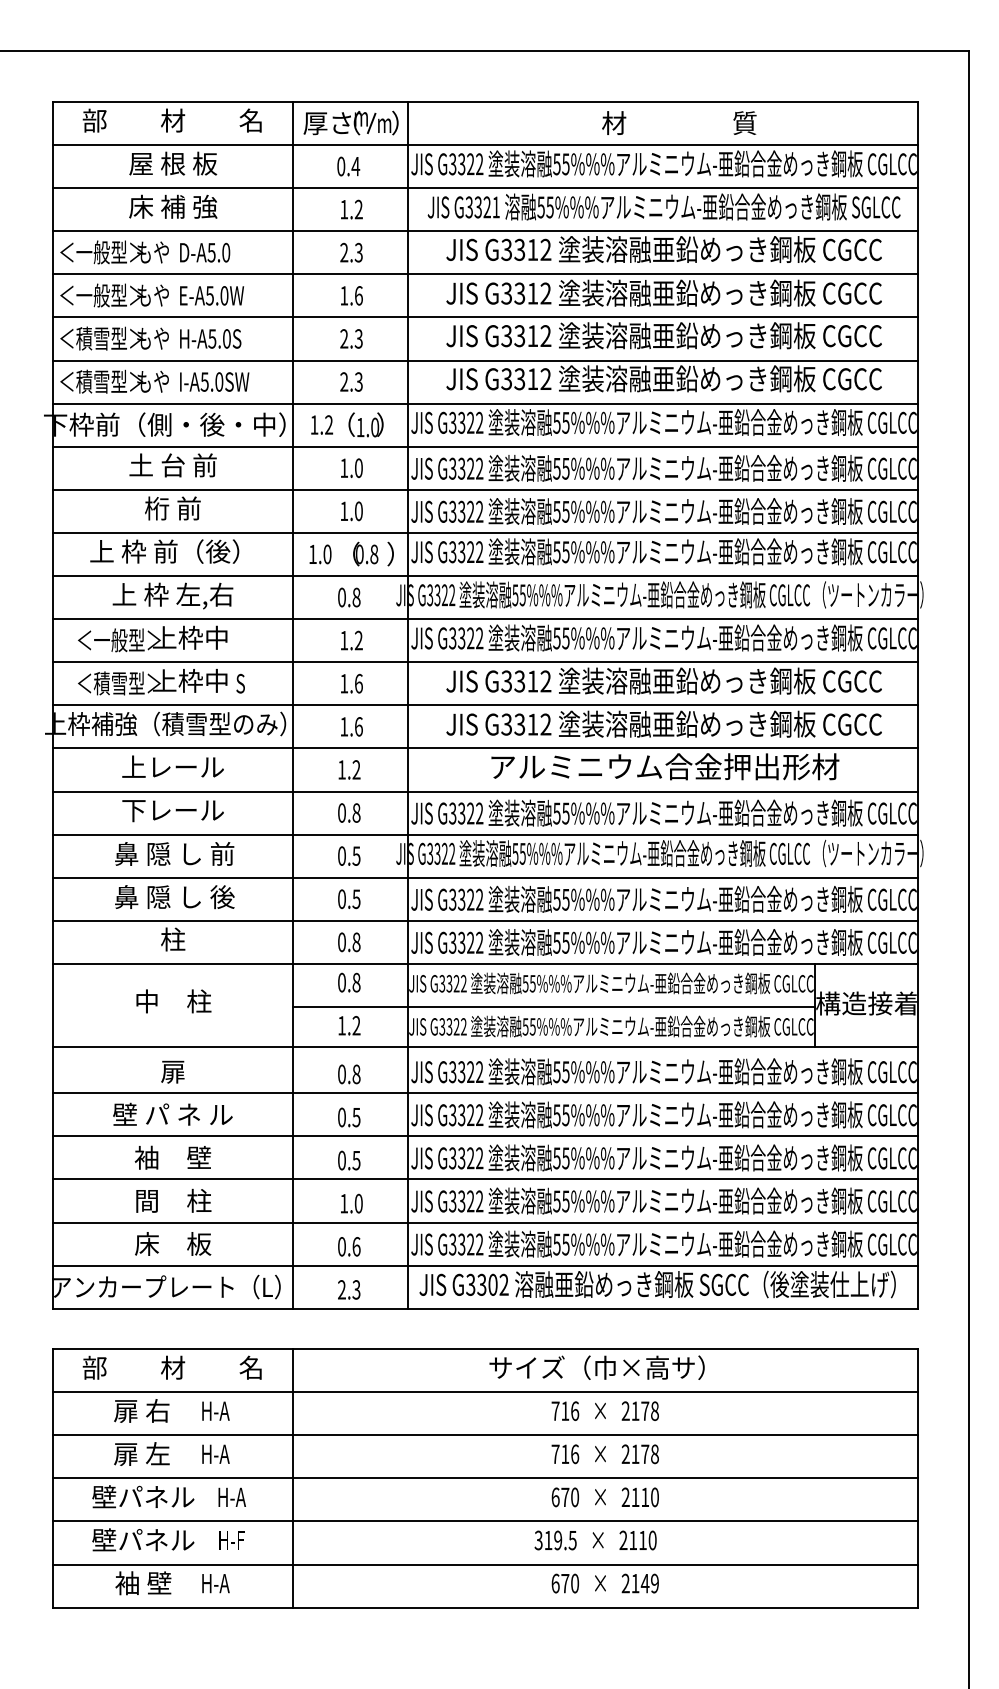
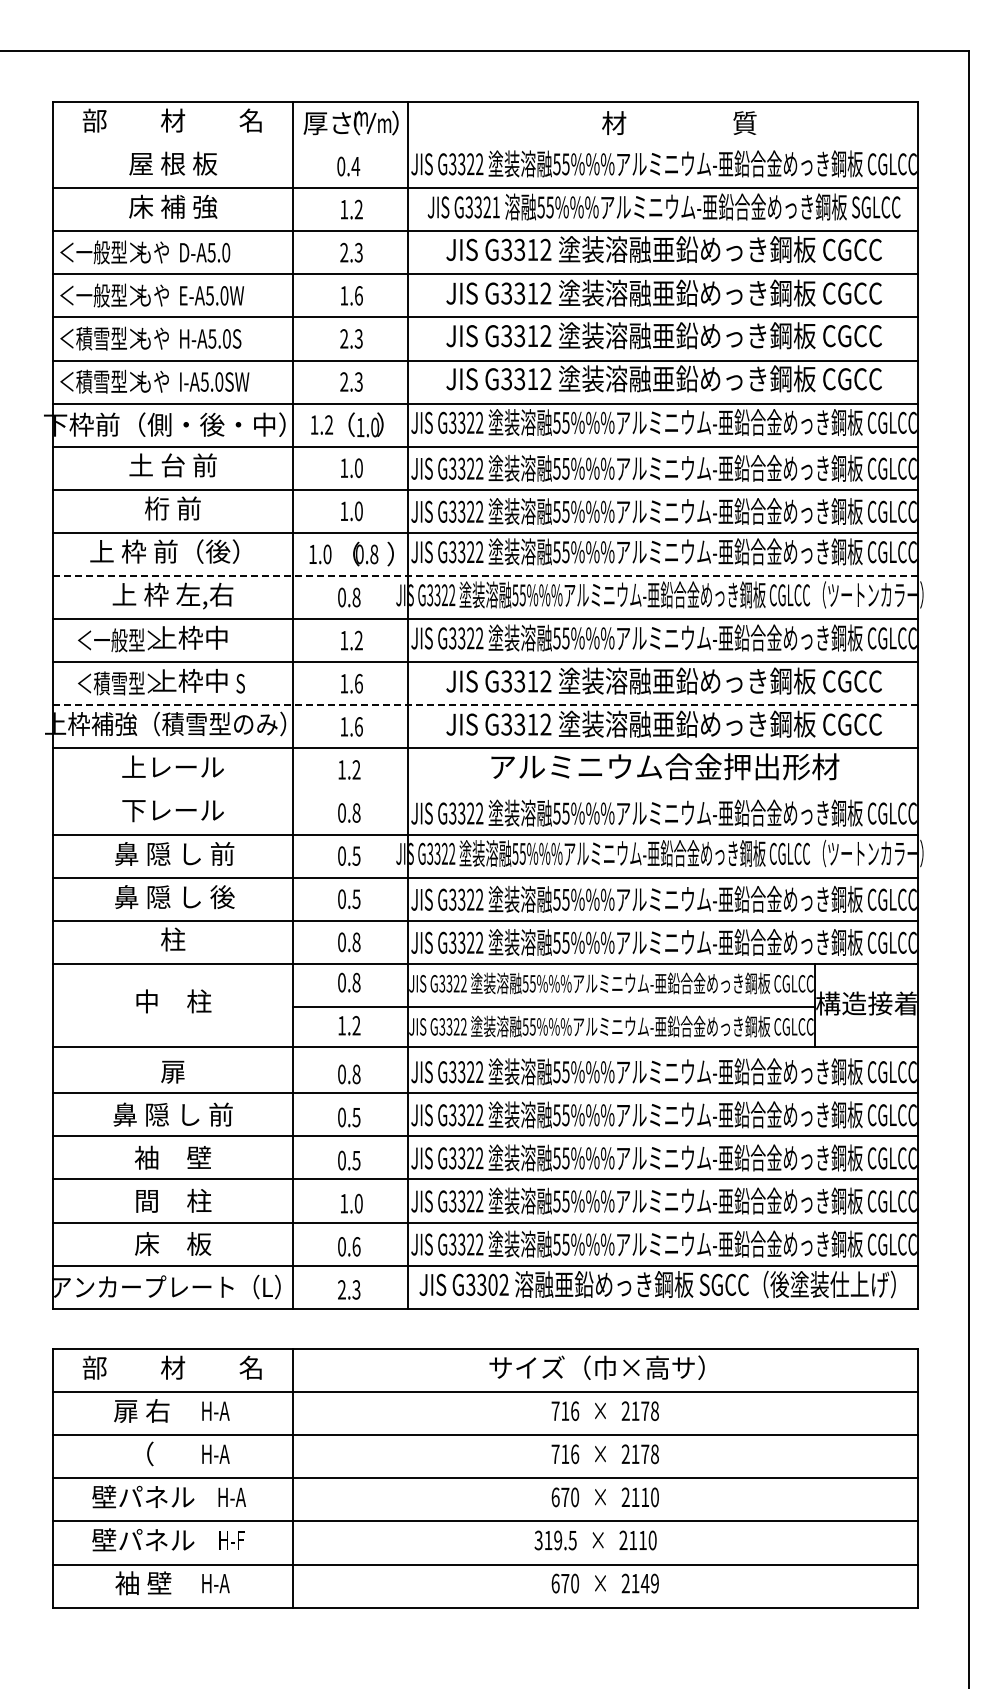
line at (485, 145): present -> none
line at (486, 576): solid -> dashed
line at (486, 705): solid -> dashed
line at (485, 791): present -> none
text at (172, 1114): 壁 パ ネ ル -> 鼻 隠 し 前
text at (141, 1453): 扉 左 -> （
